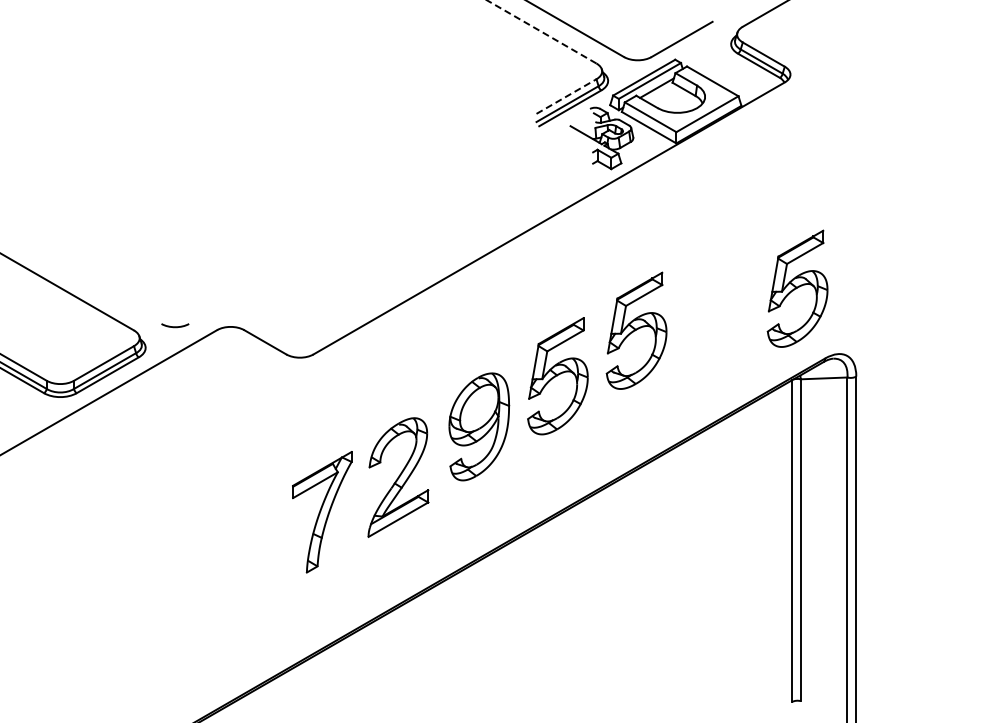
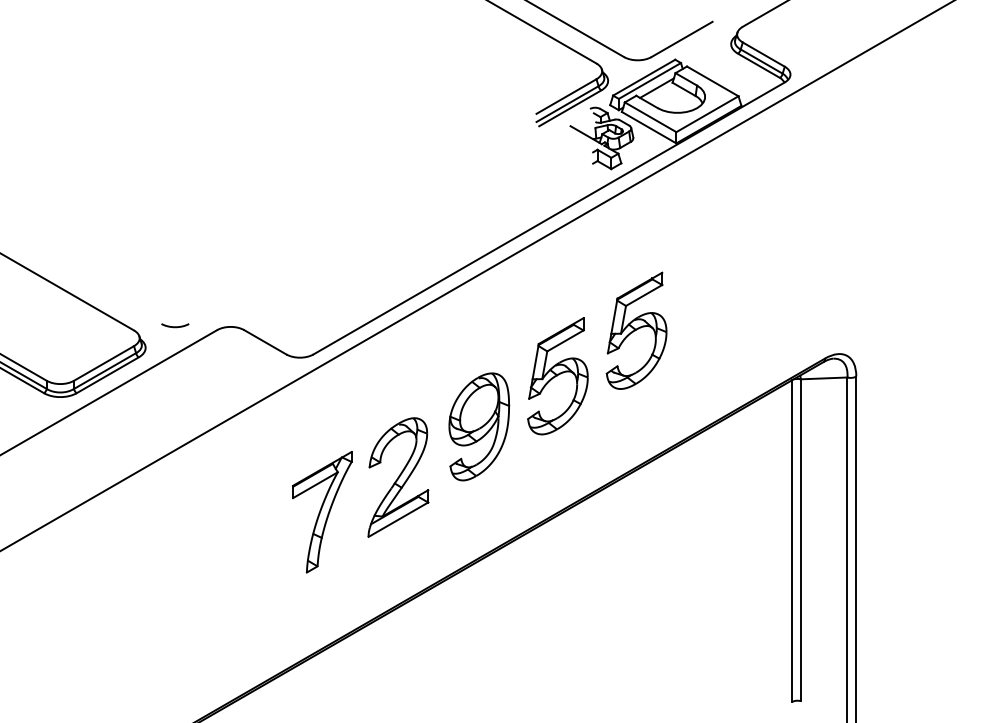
line at (541, 31): dashed -> solid
line at (566, 96): dashed -> solid
line at (476, 276): none -> present
part at (797, 288): present -> none
